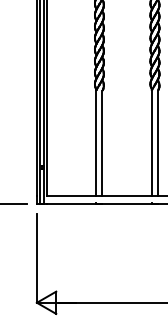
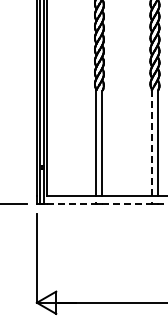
line at (151, 143): solid -> dashed
line at (107, 203): solid -> dashed
